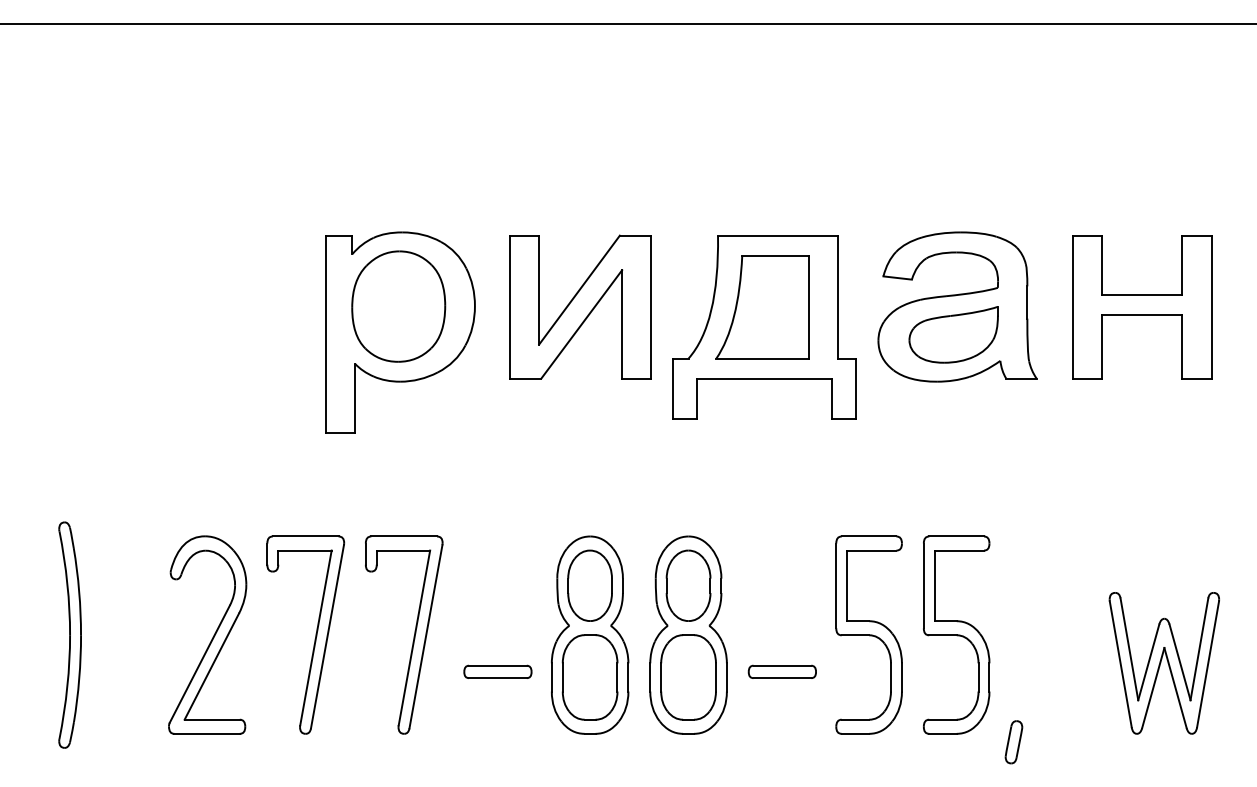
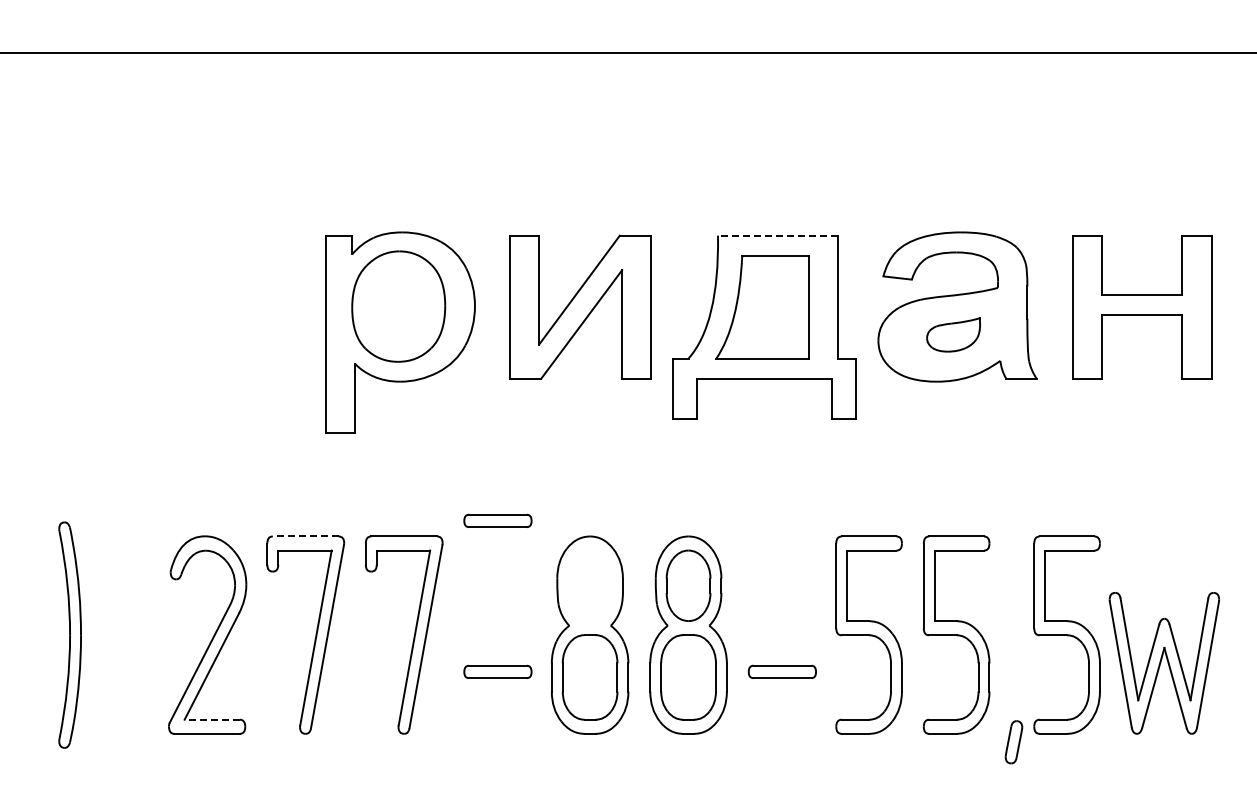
line at (627, 23) position: (627, 23) -> (627, 52)
line at (777, 235): solid -> dashed
part at (953, 334) size: 91x58 px -> 55x36 px
part at (497, 520): none -> present
line at (305, 536): solid -> dashed
part at (589, 585): present -> none
part at (1066, 634): none -> present
line at (212, 719): solid -> dashed
